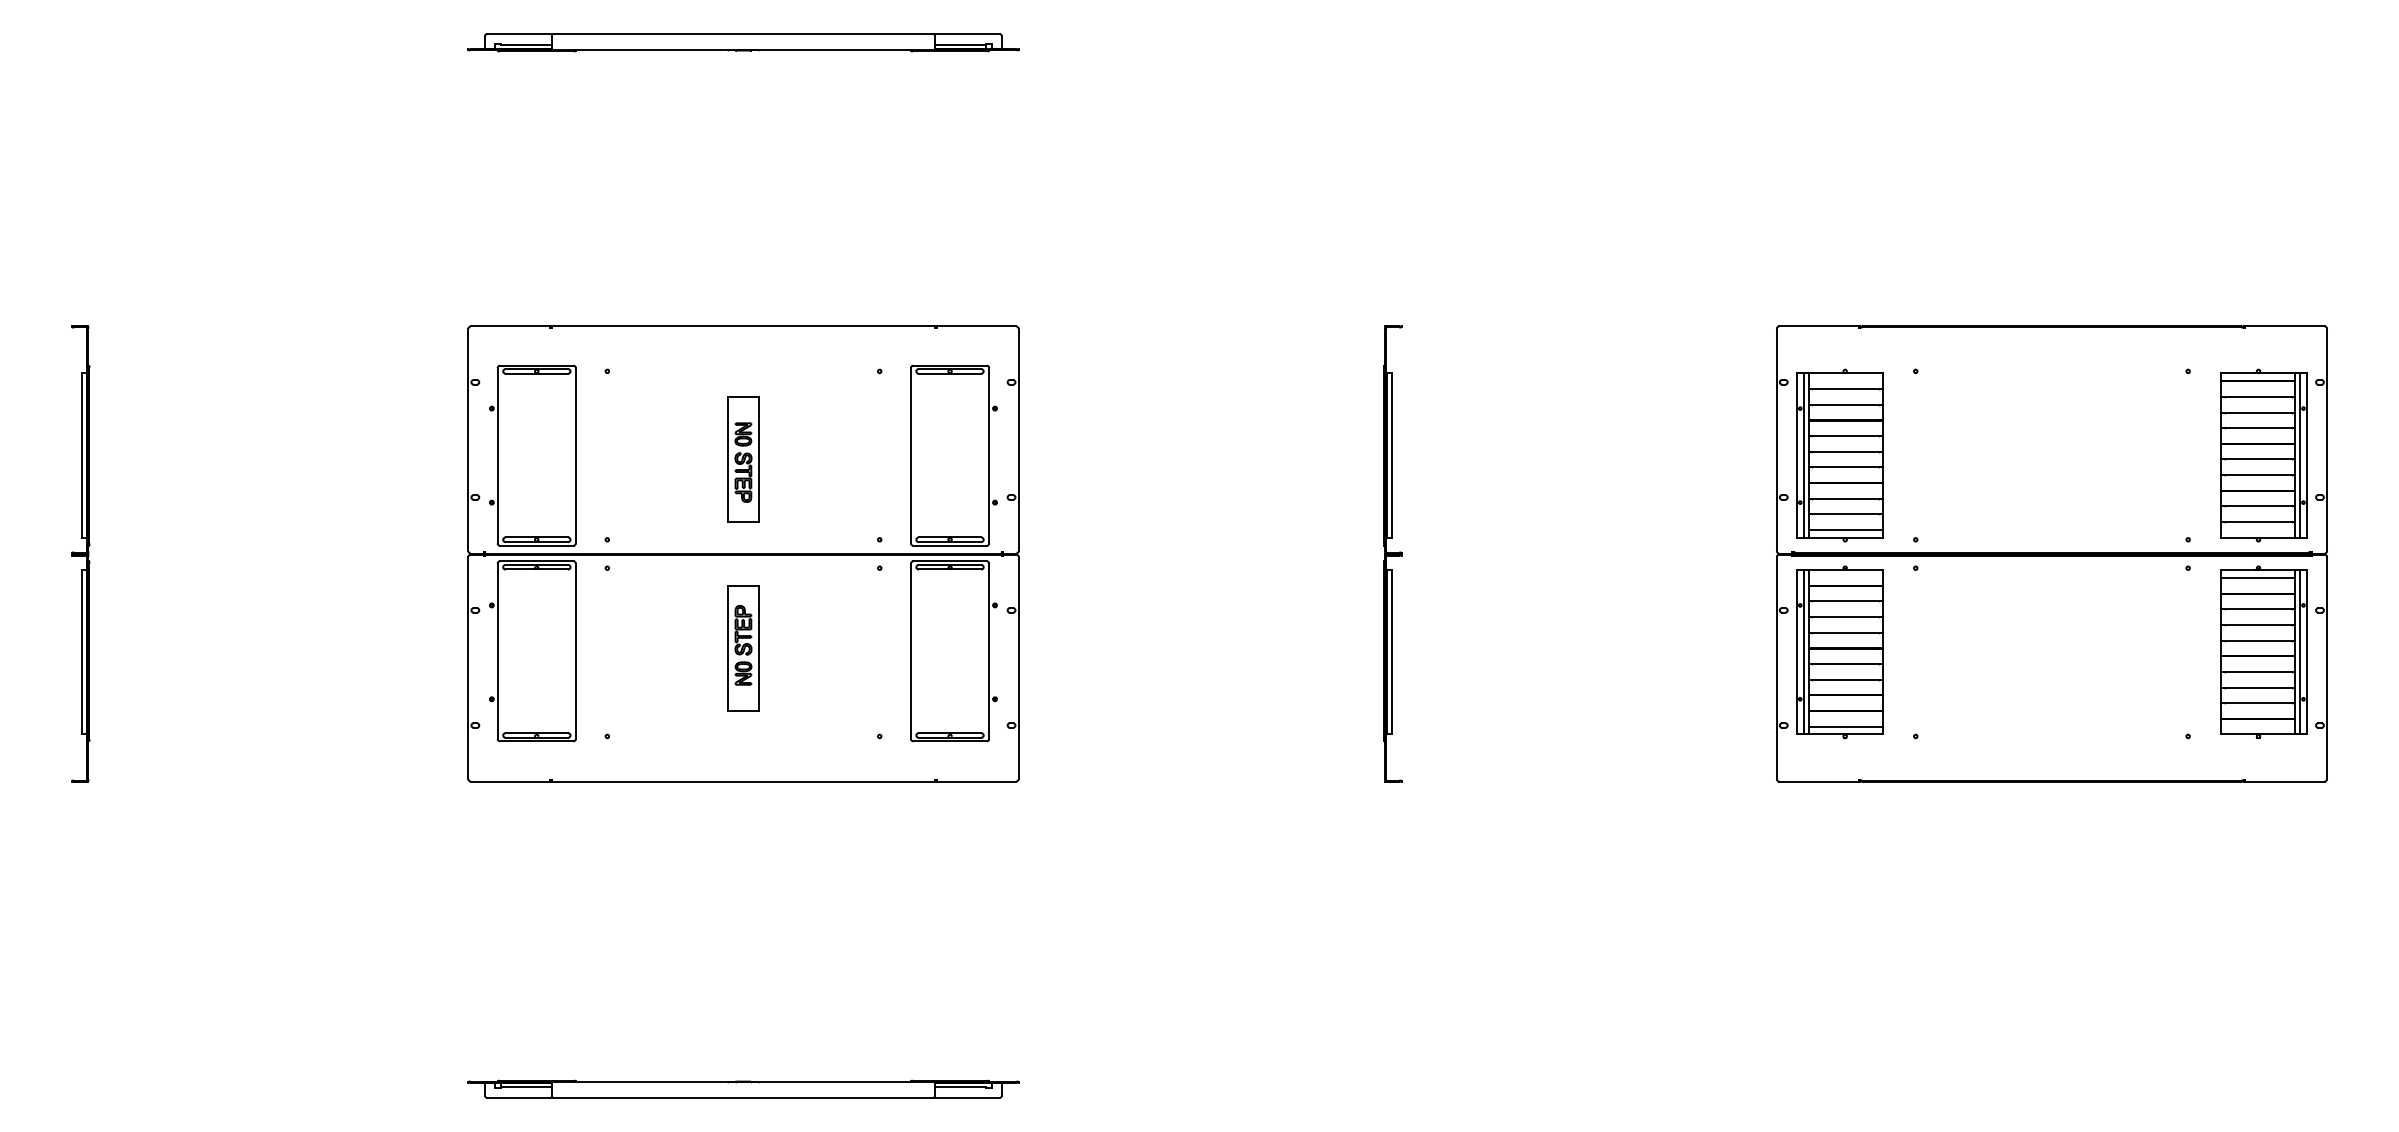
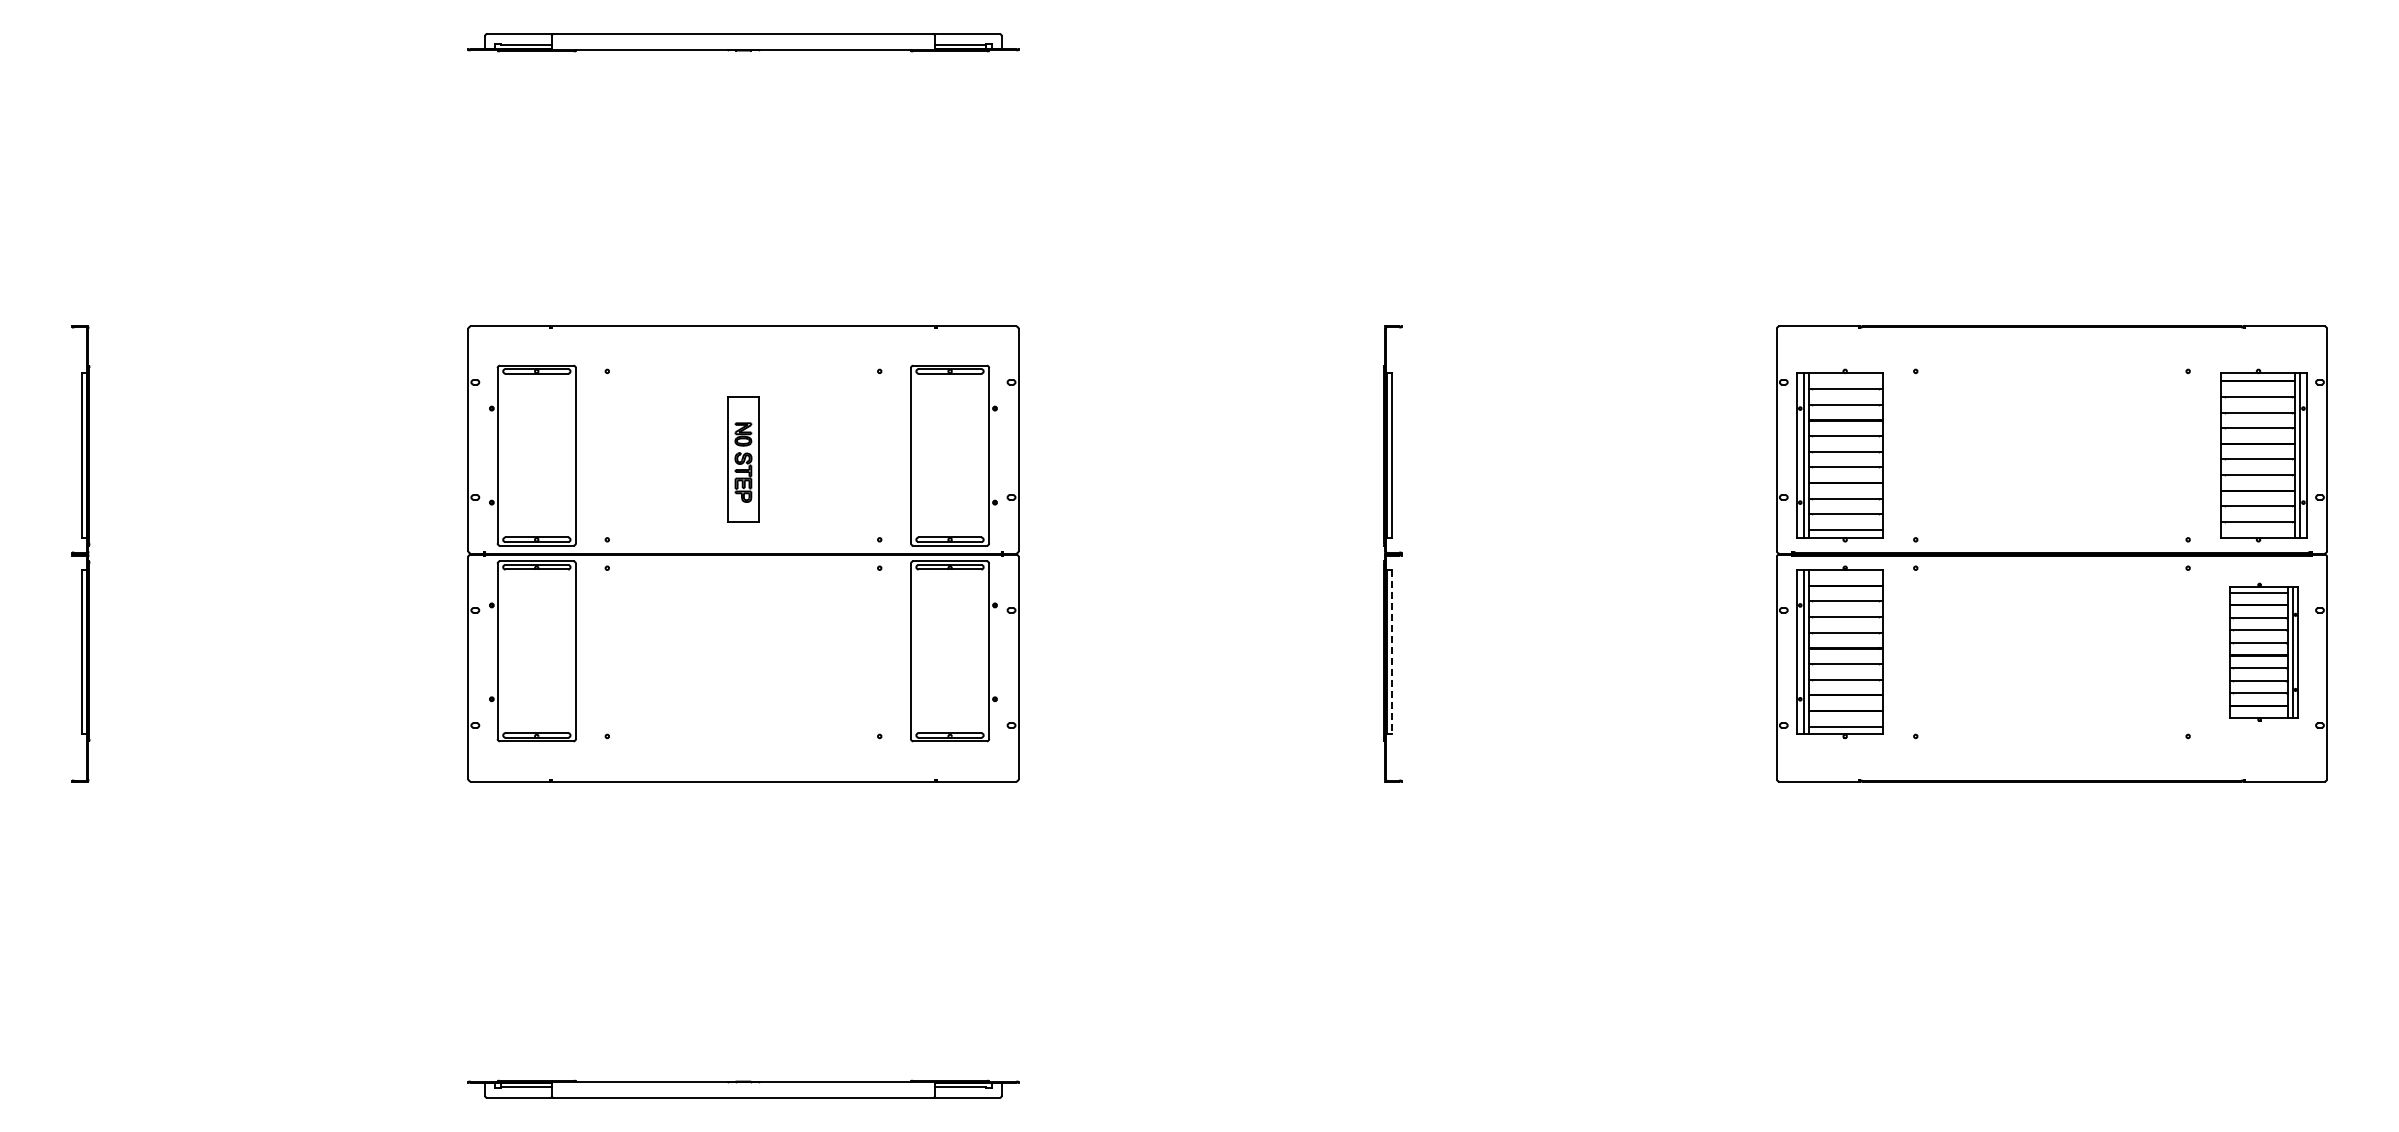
part at (743, 648): present -> none
line at (1391, 652): solid -> dashed
part at (2263, 652) size: 88x175 px -> 70x140 px
